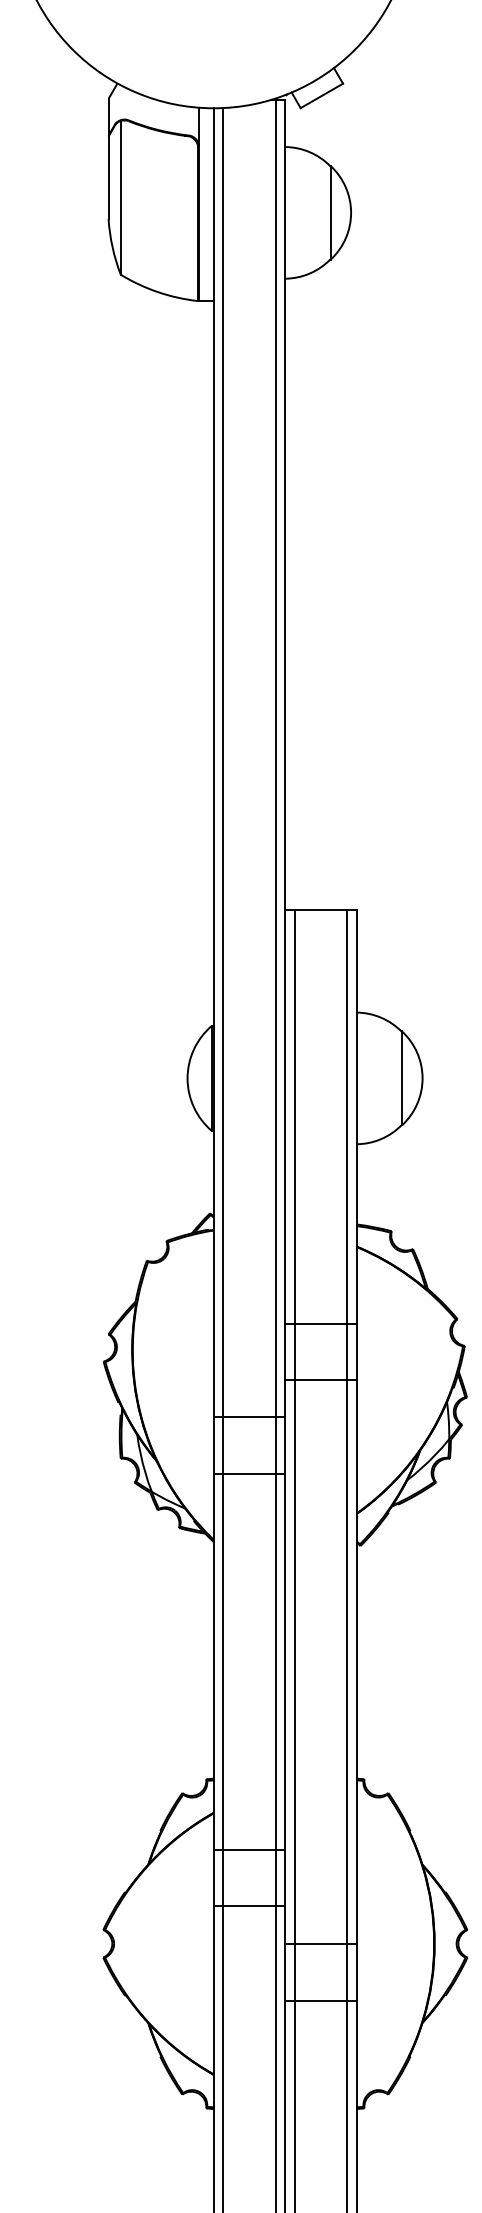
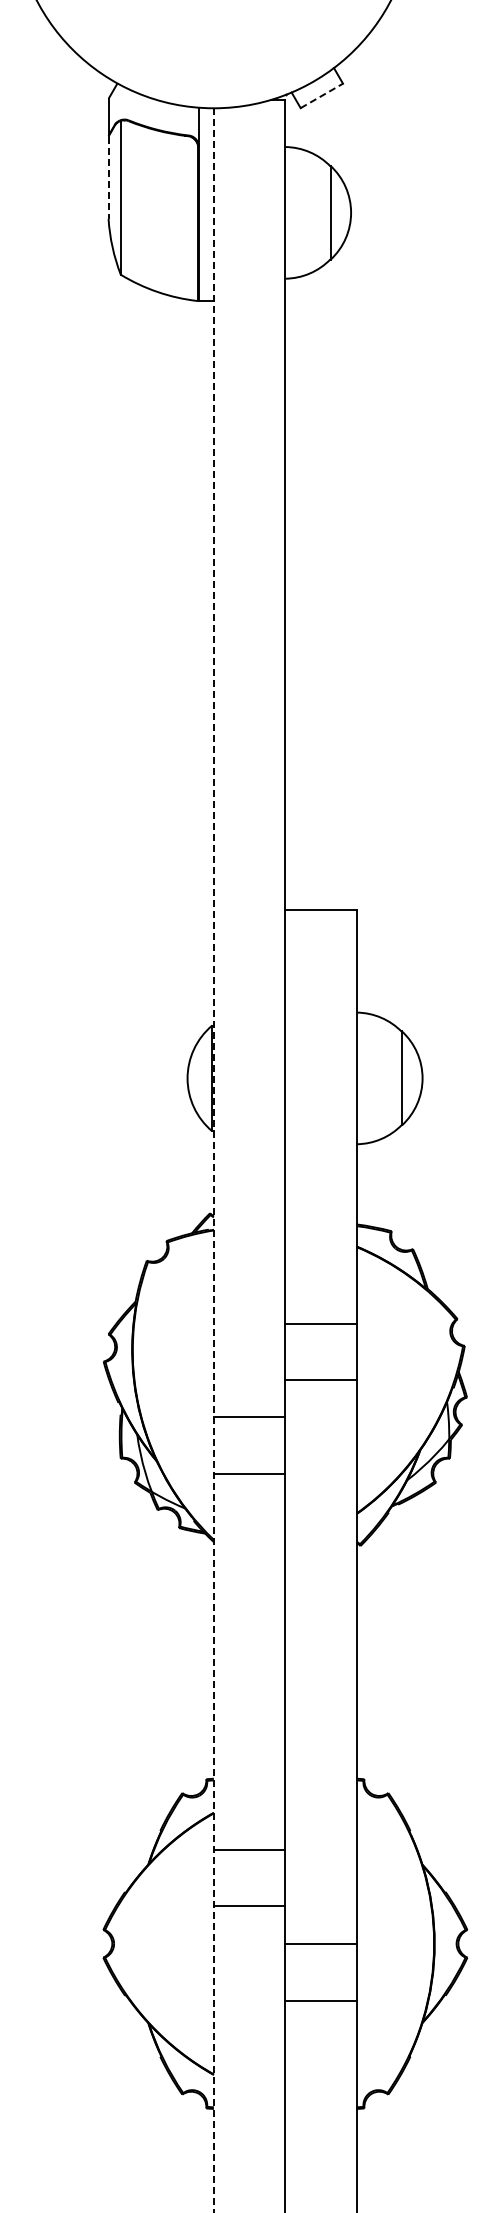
line at (322, 95): solid -> dashed
line at (108, 178): solid -> dashed
line at (275, 1154): present -> none
line at (223, 1158): present -> none
line at (213, 1161): solid -> dashed
line at (294, 1559): present -> none
line at (347, 1559): present -> none
